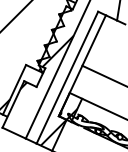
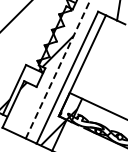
line at (58, 68): solid -> dashed
line at (103, 75): present -> none
